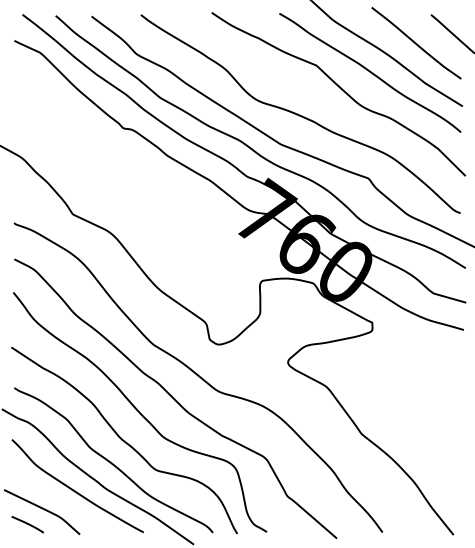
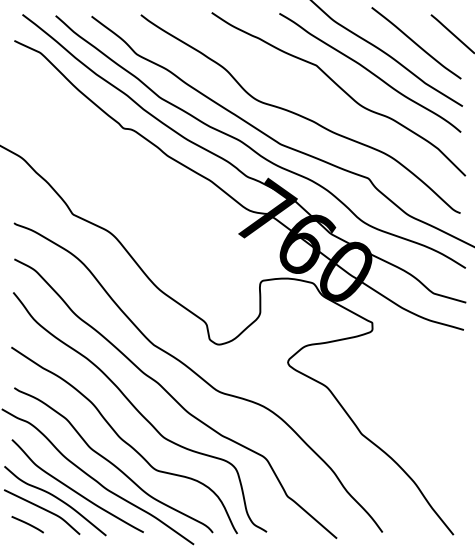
curve at (57, 499): none -> present
